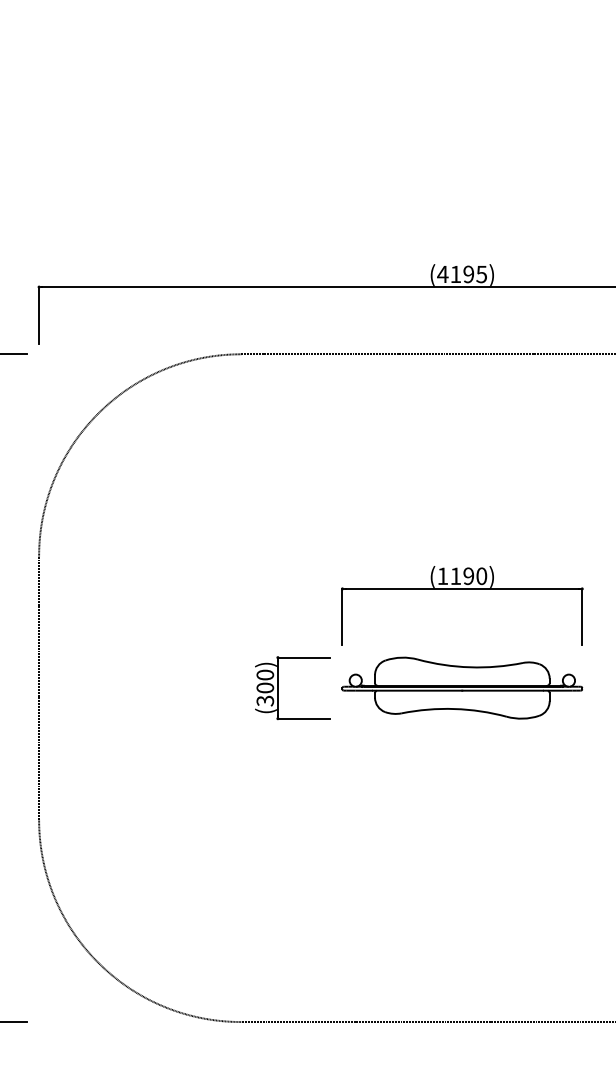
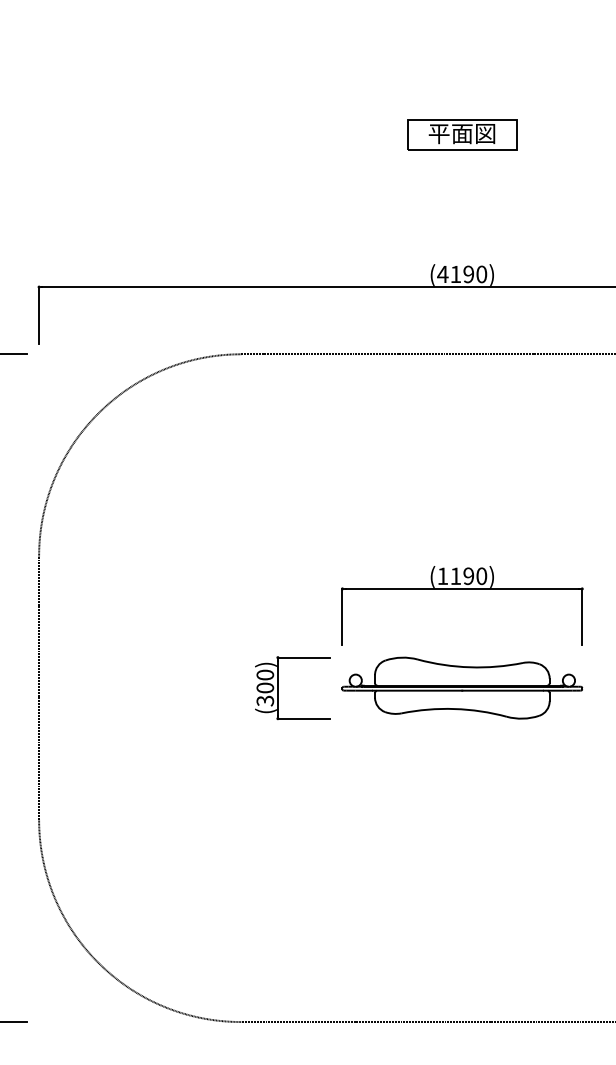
part at (462, 134): none -> present
text at (481, 274): (4195) -> (4190)
